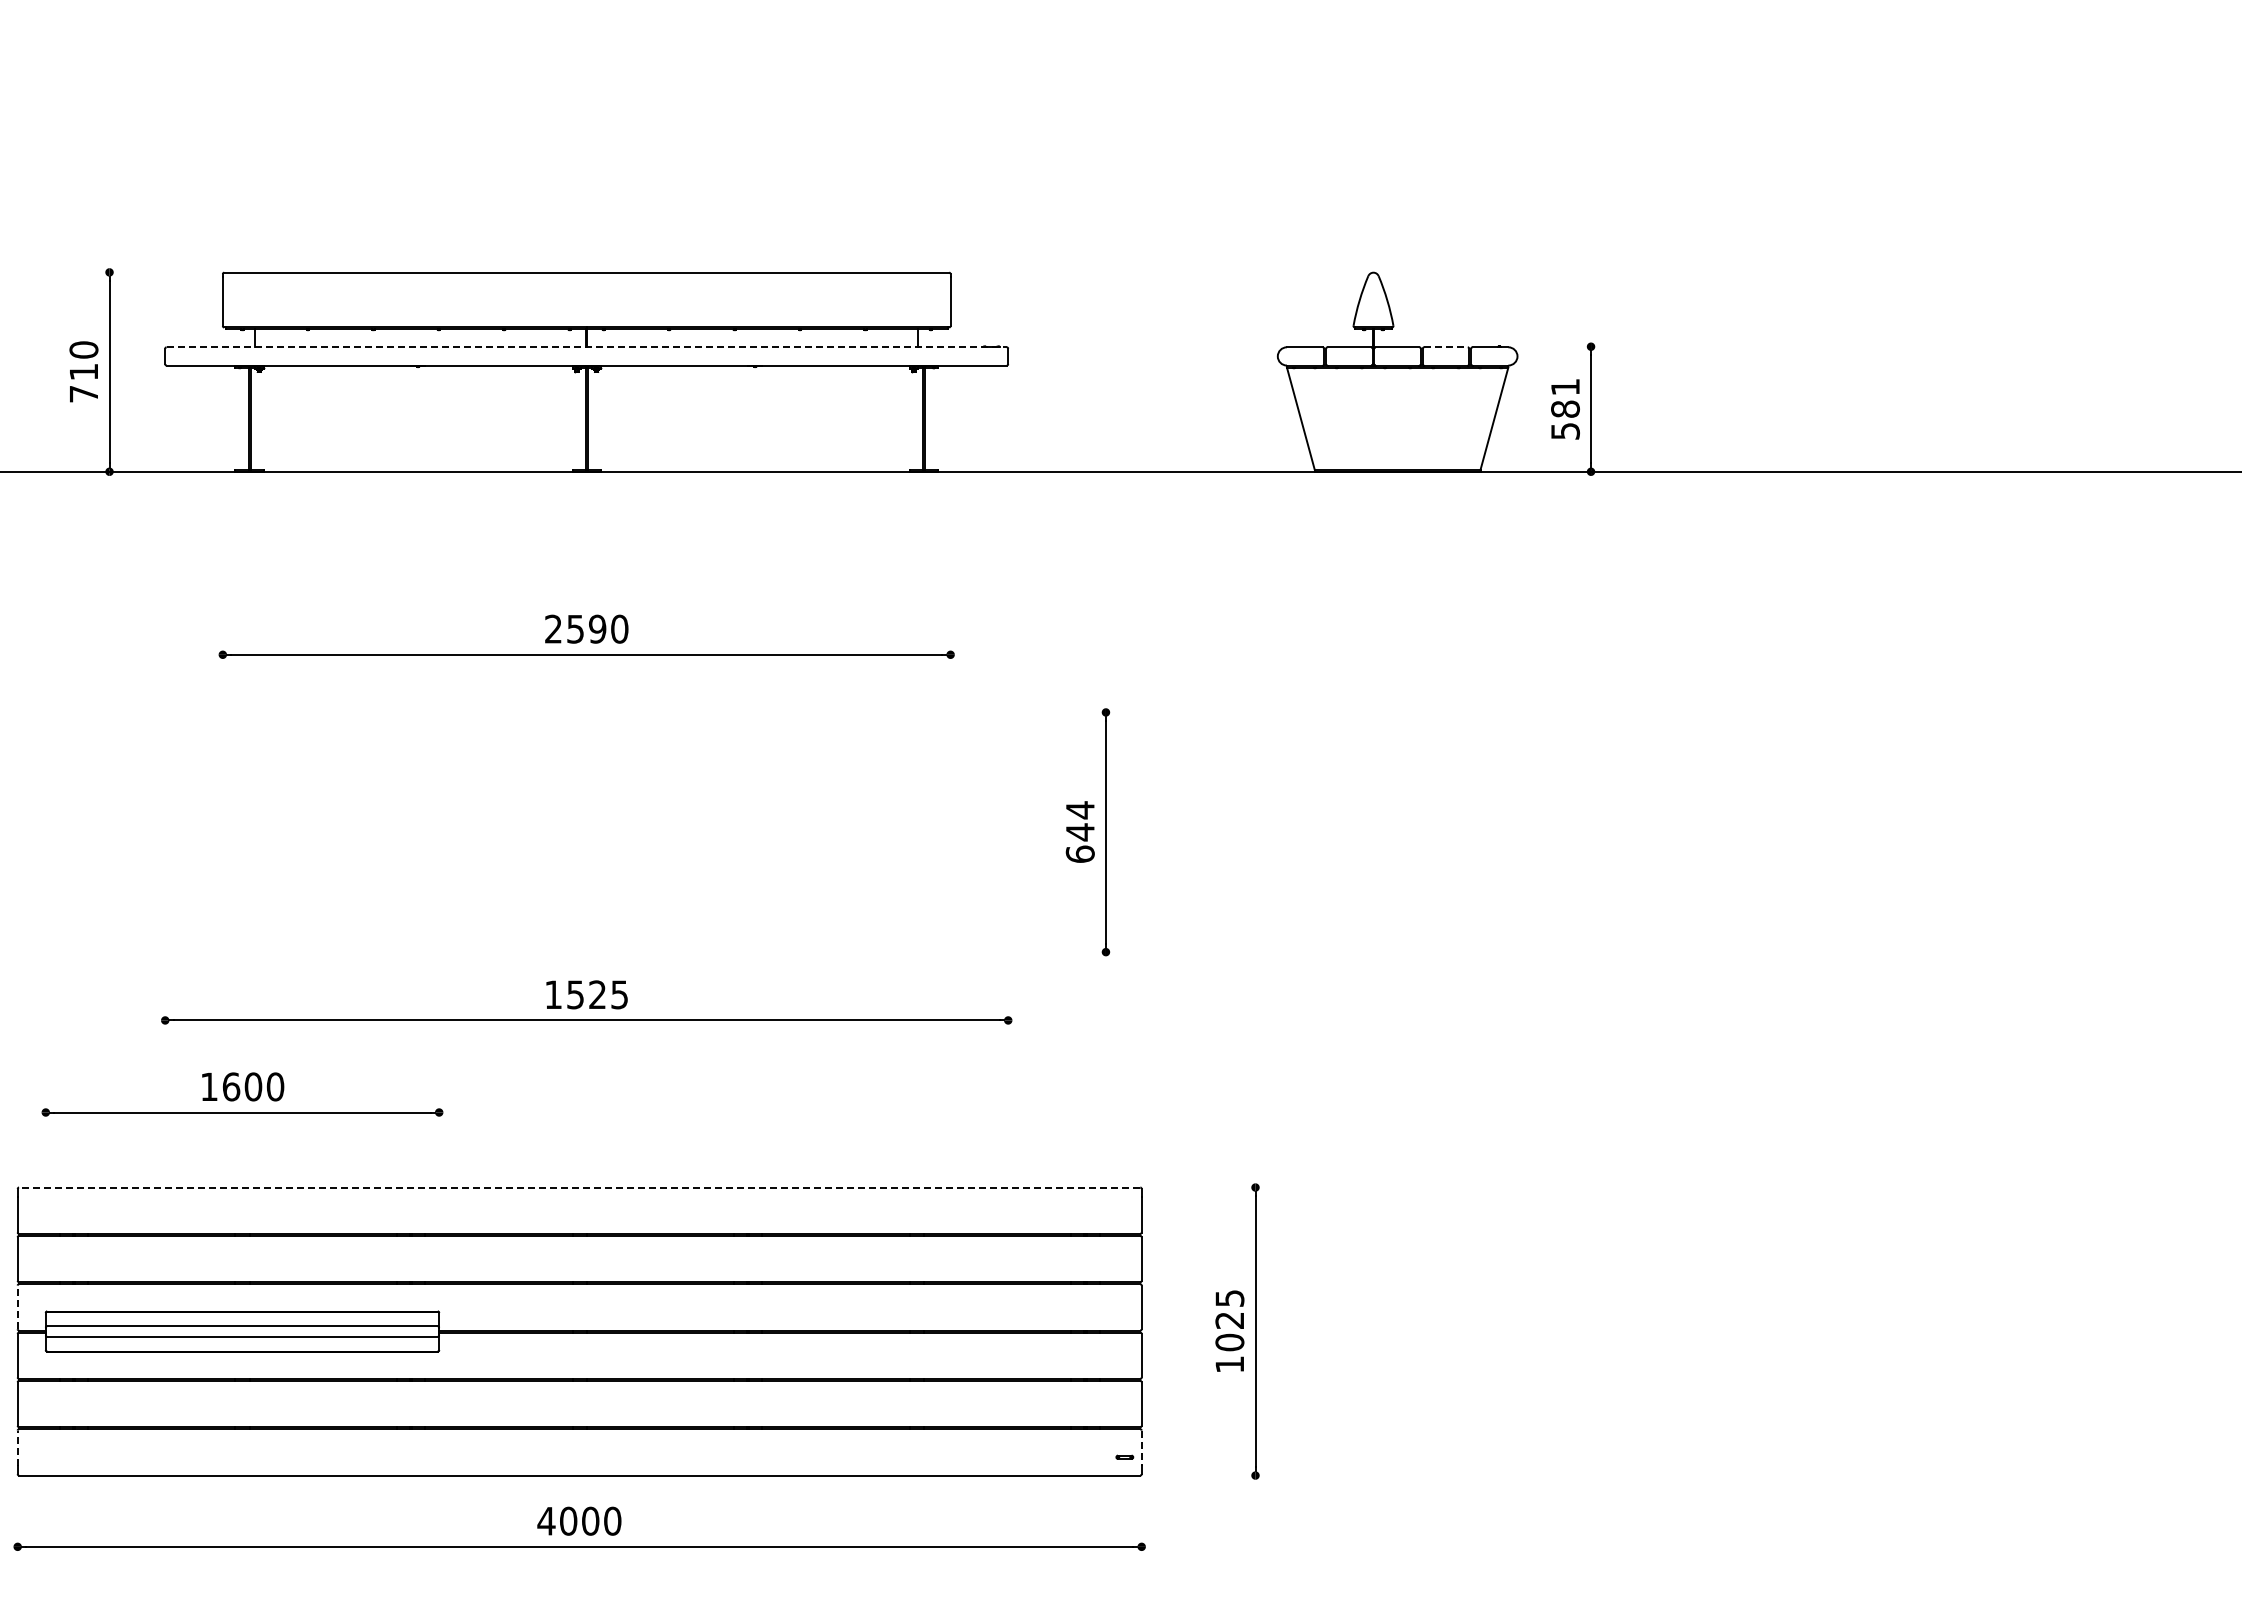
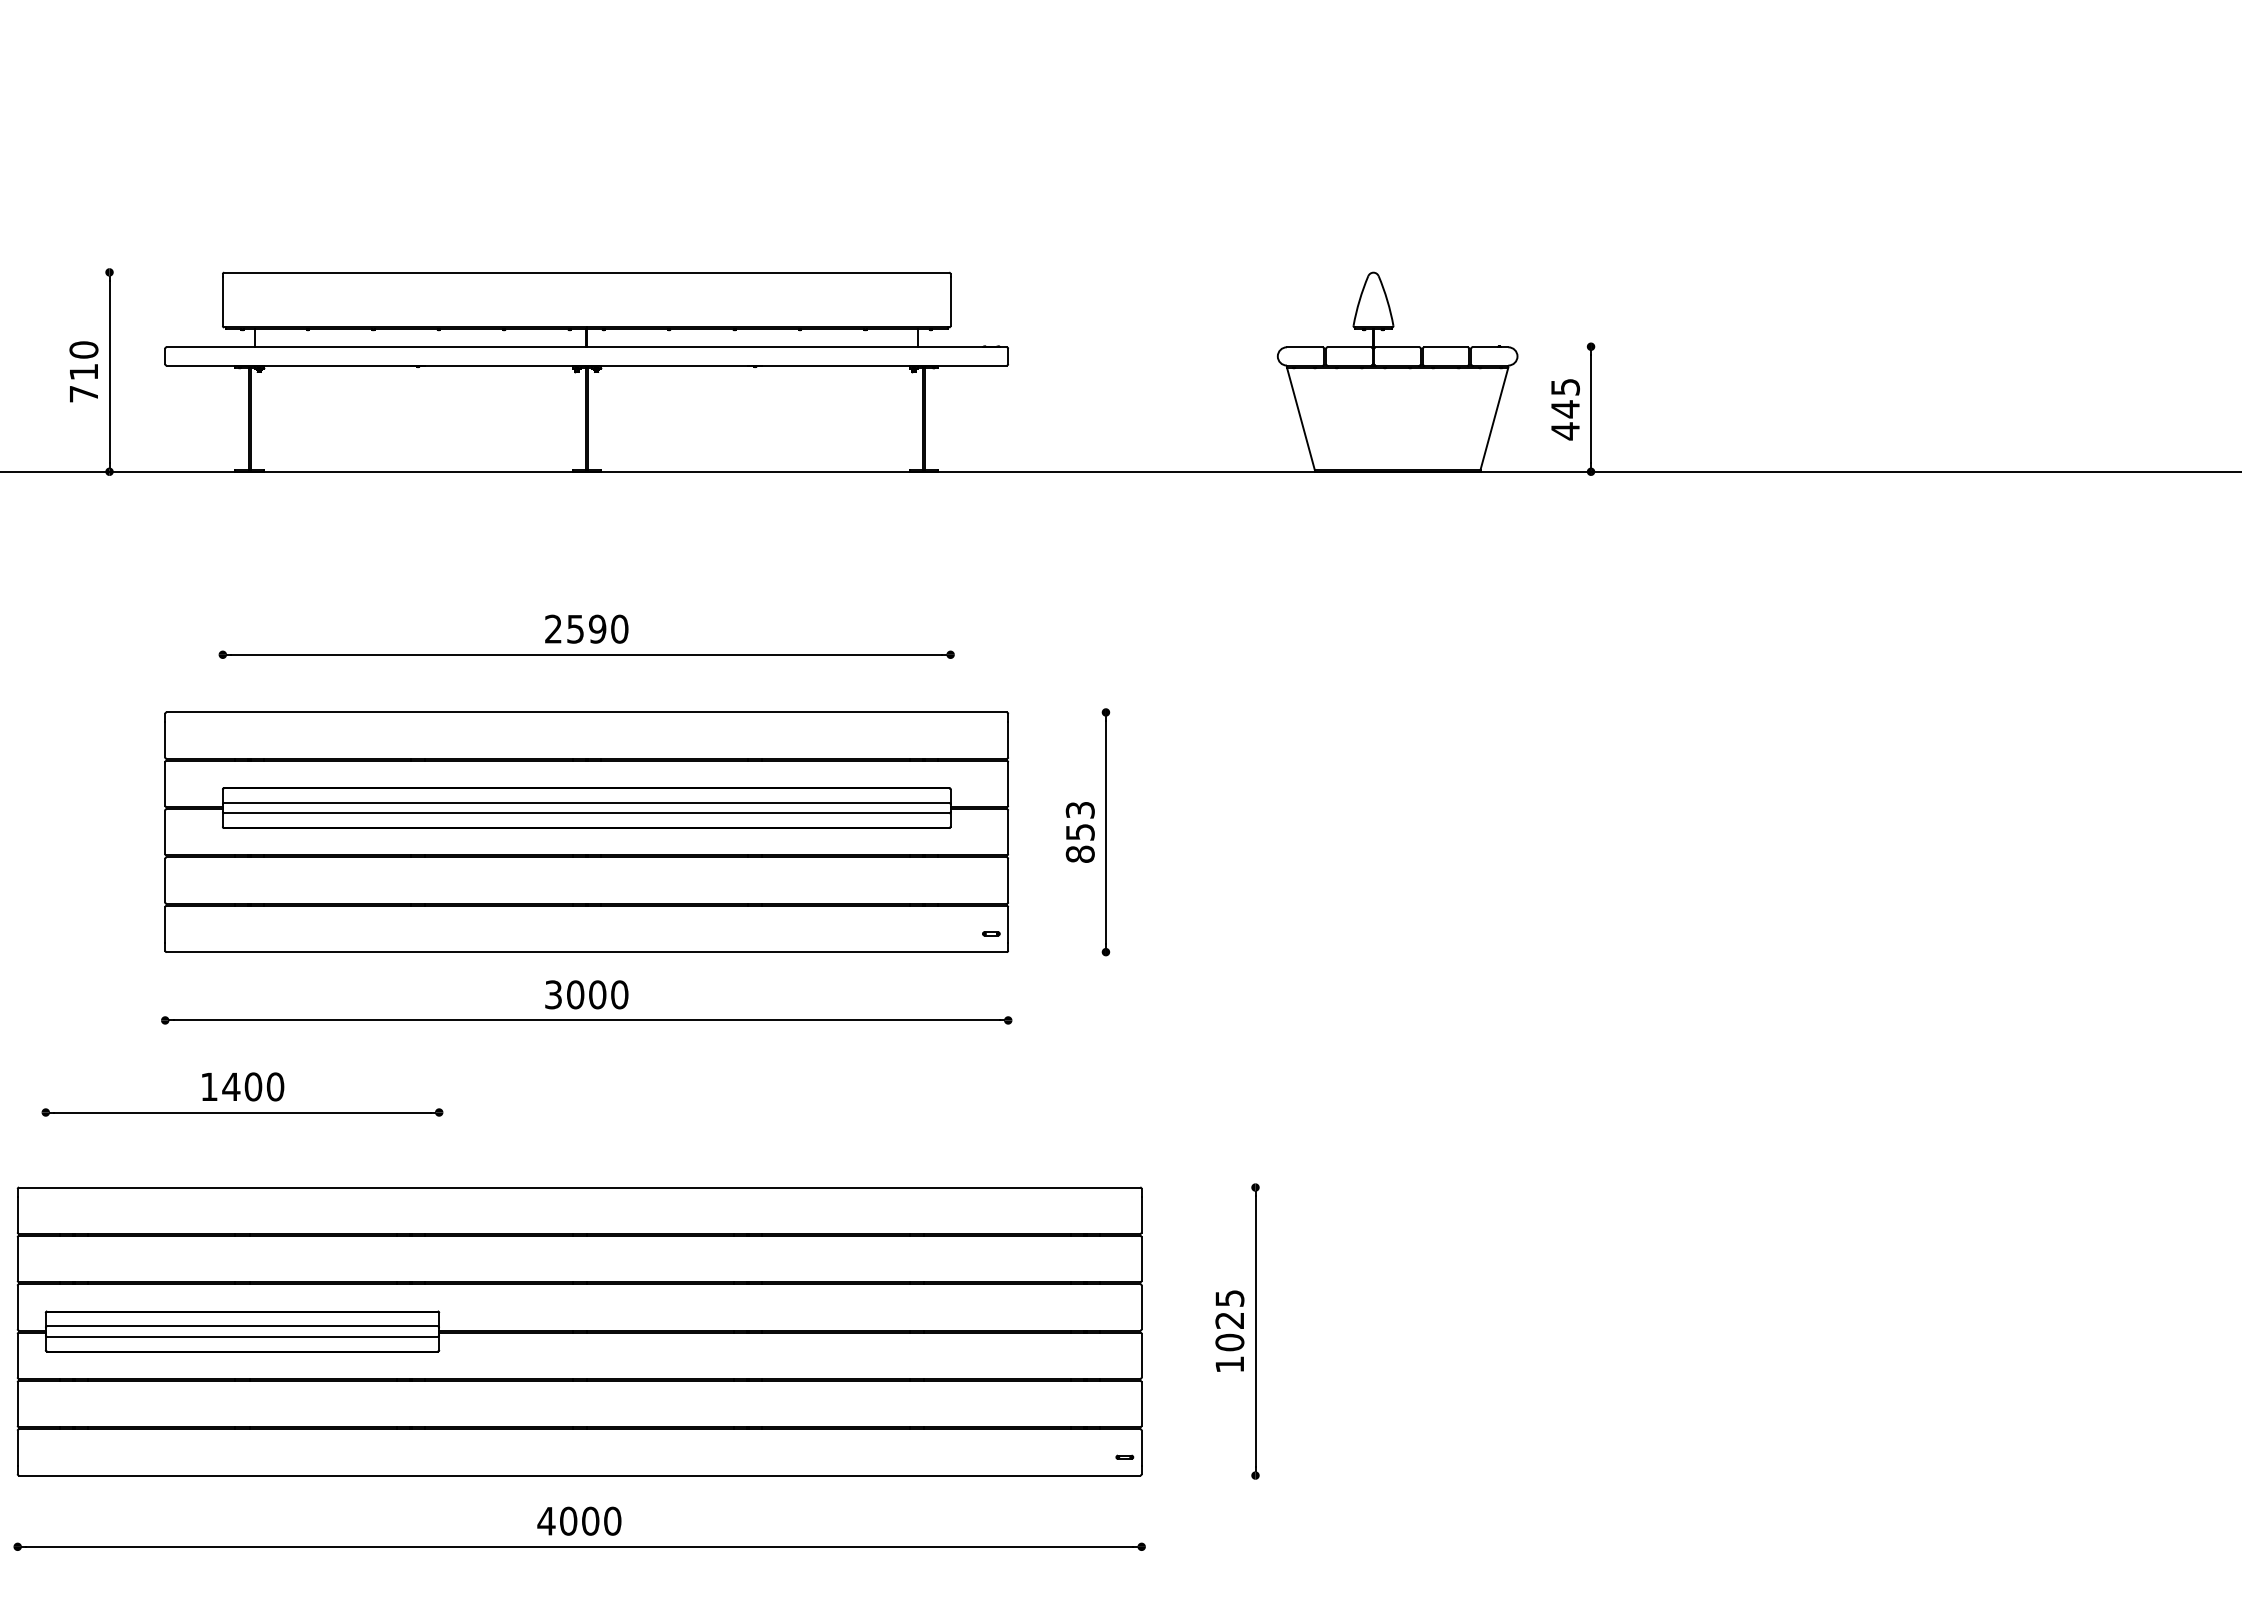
line at (587, 347): dashed -> solid
line at (1445, 347): dashed -> solid
text at (1565, 409): 581 -> 445
part at (586, 831): none -> present
text at (1079, 831): 644 -> 853
text at (586, 994): 1525 -> 3000
text at (231, 1086): 1600 -> 1400
line at (579, 1187): dashed -> solid
line at (17, 1307): dashed -> solid
line at (17, 1448): dashed -> solid
line at (1141, 1448): dashed -> solid
